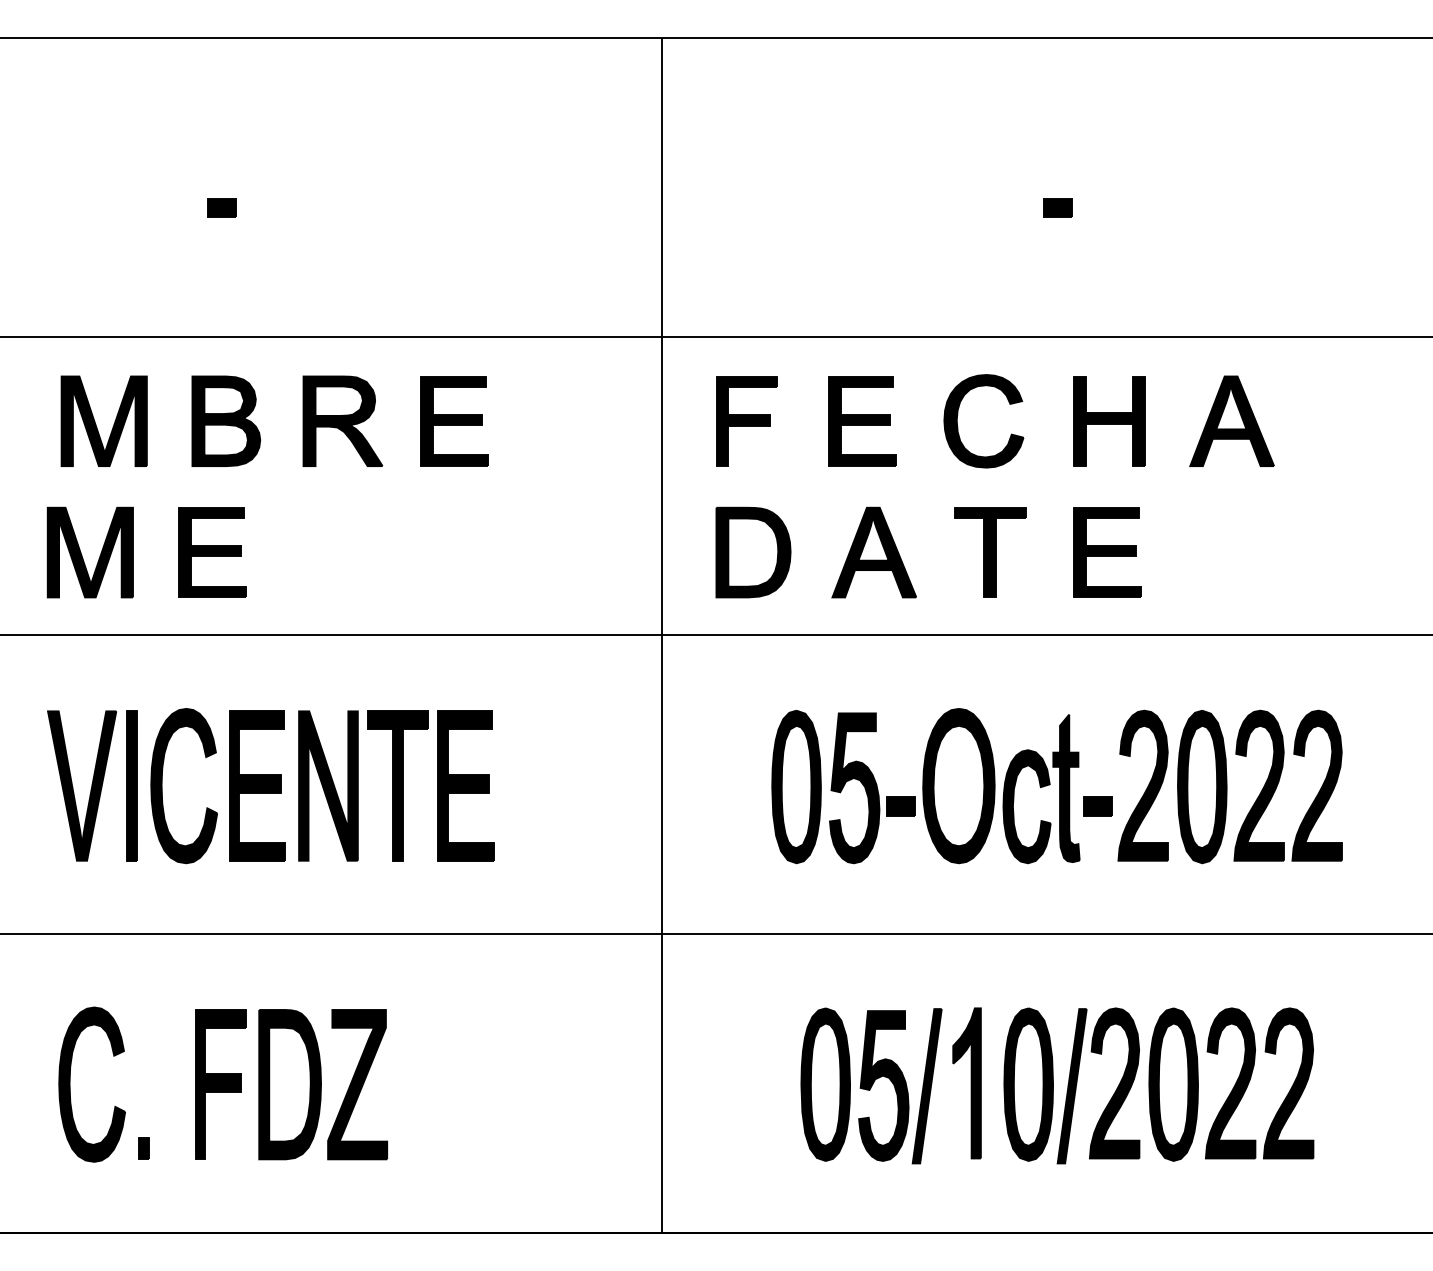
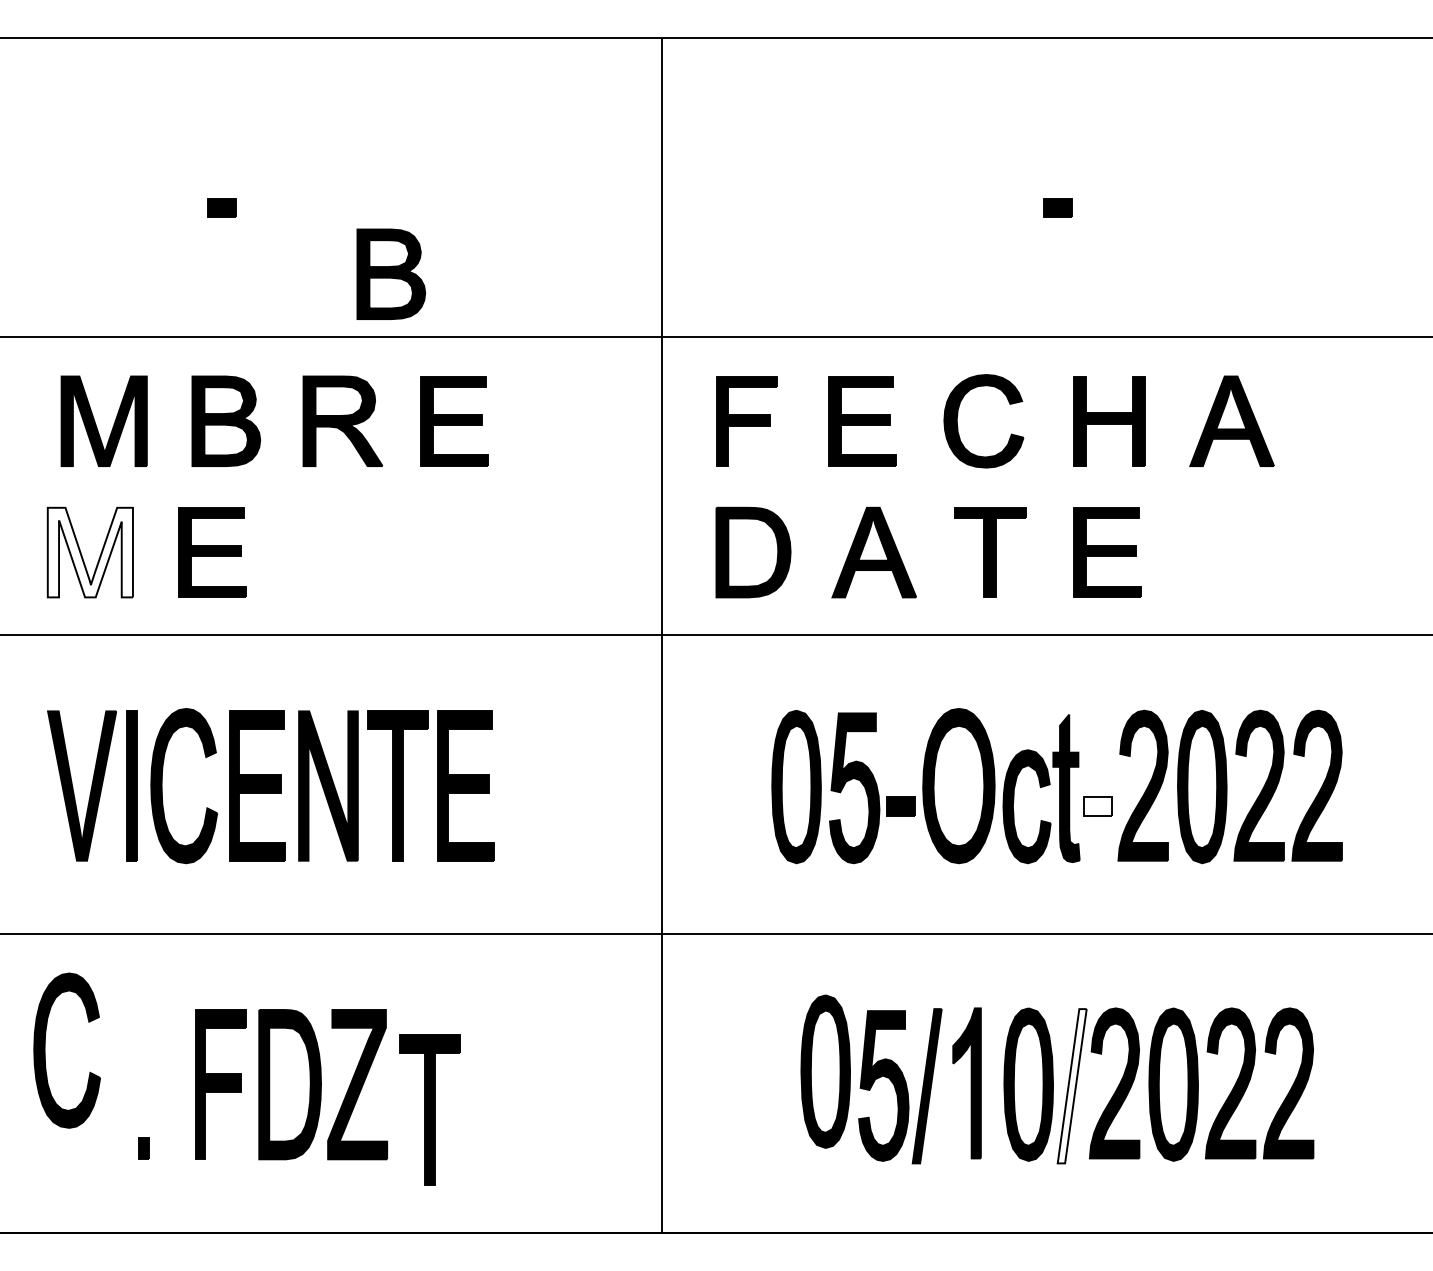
part at (391, 273): none -> present
fill at (89, 552): present -> none
fill at (1097, 806): present -> none
part at (70, 1084) position: (70, 1084) -> (45, 1050)
part at (825, 1084) position: (825, 1084) -> (825, 1071)
fill at (1071, 1086): present -> none
part at (429, 1109): none -> present
